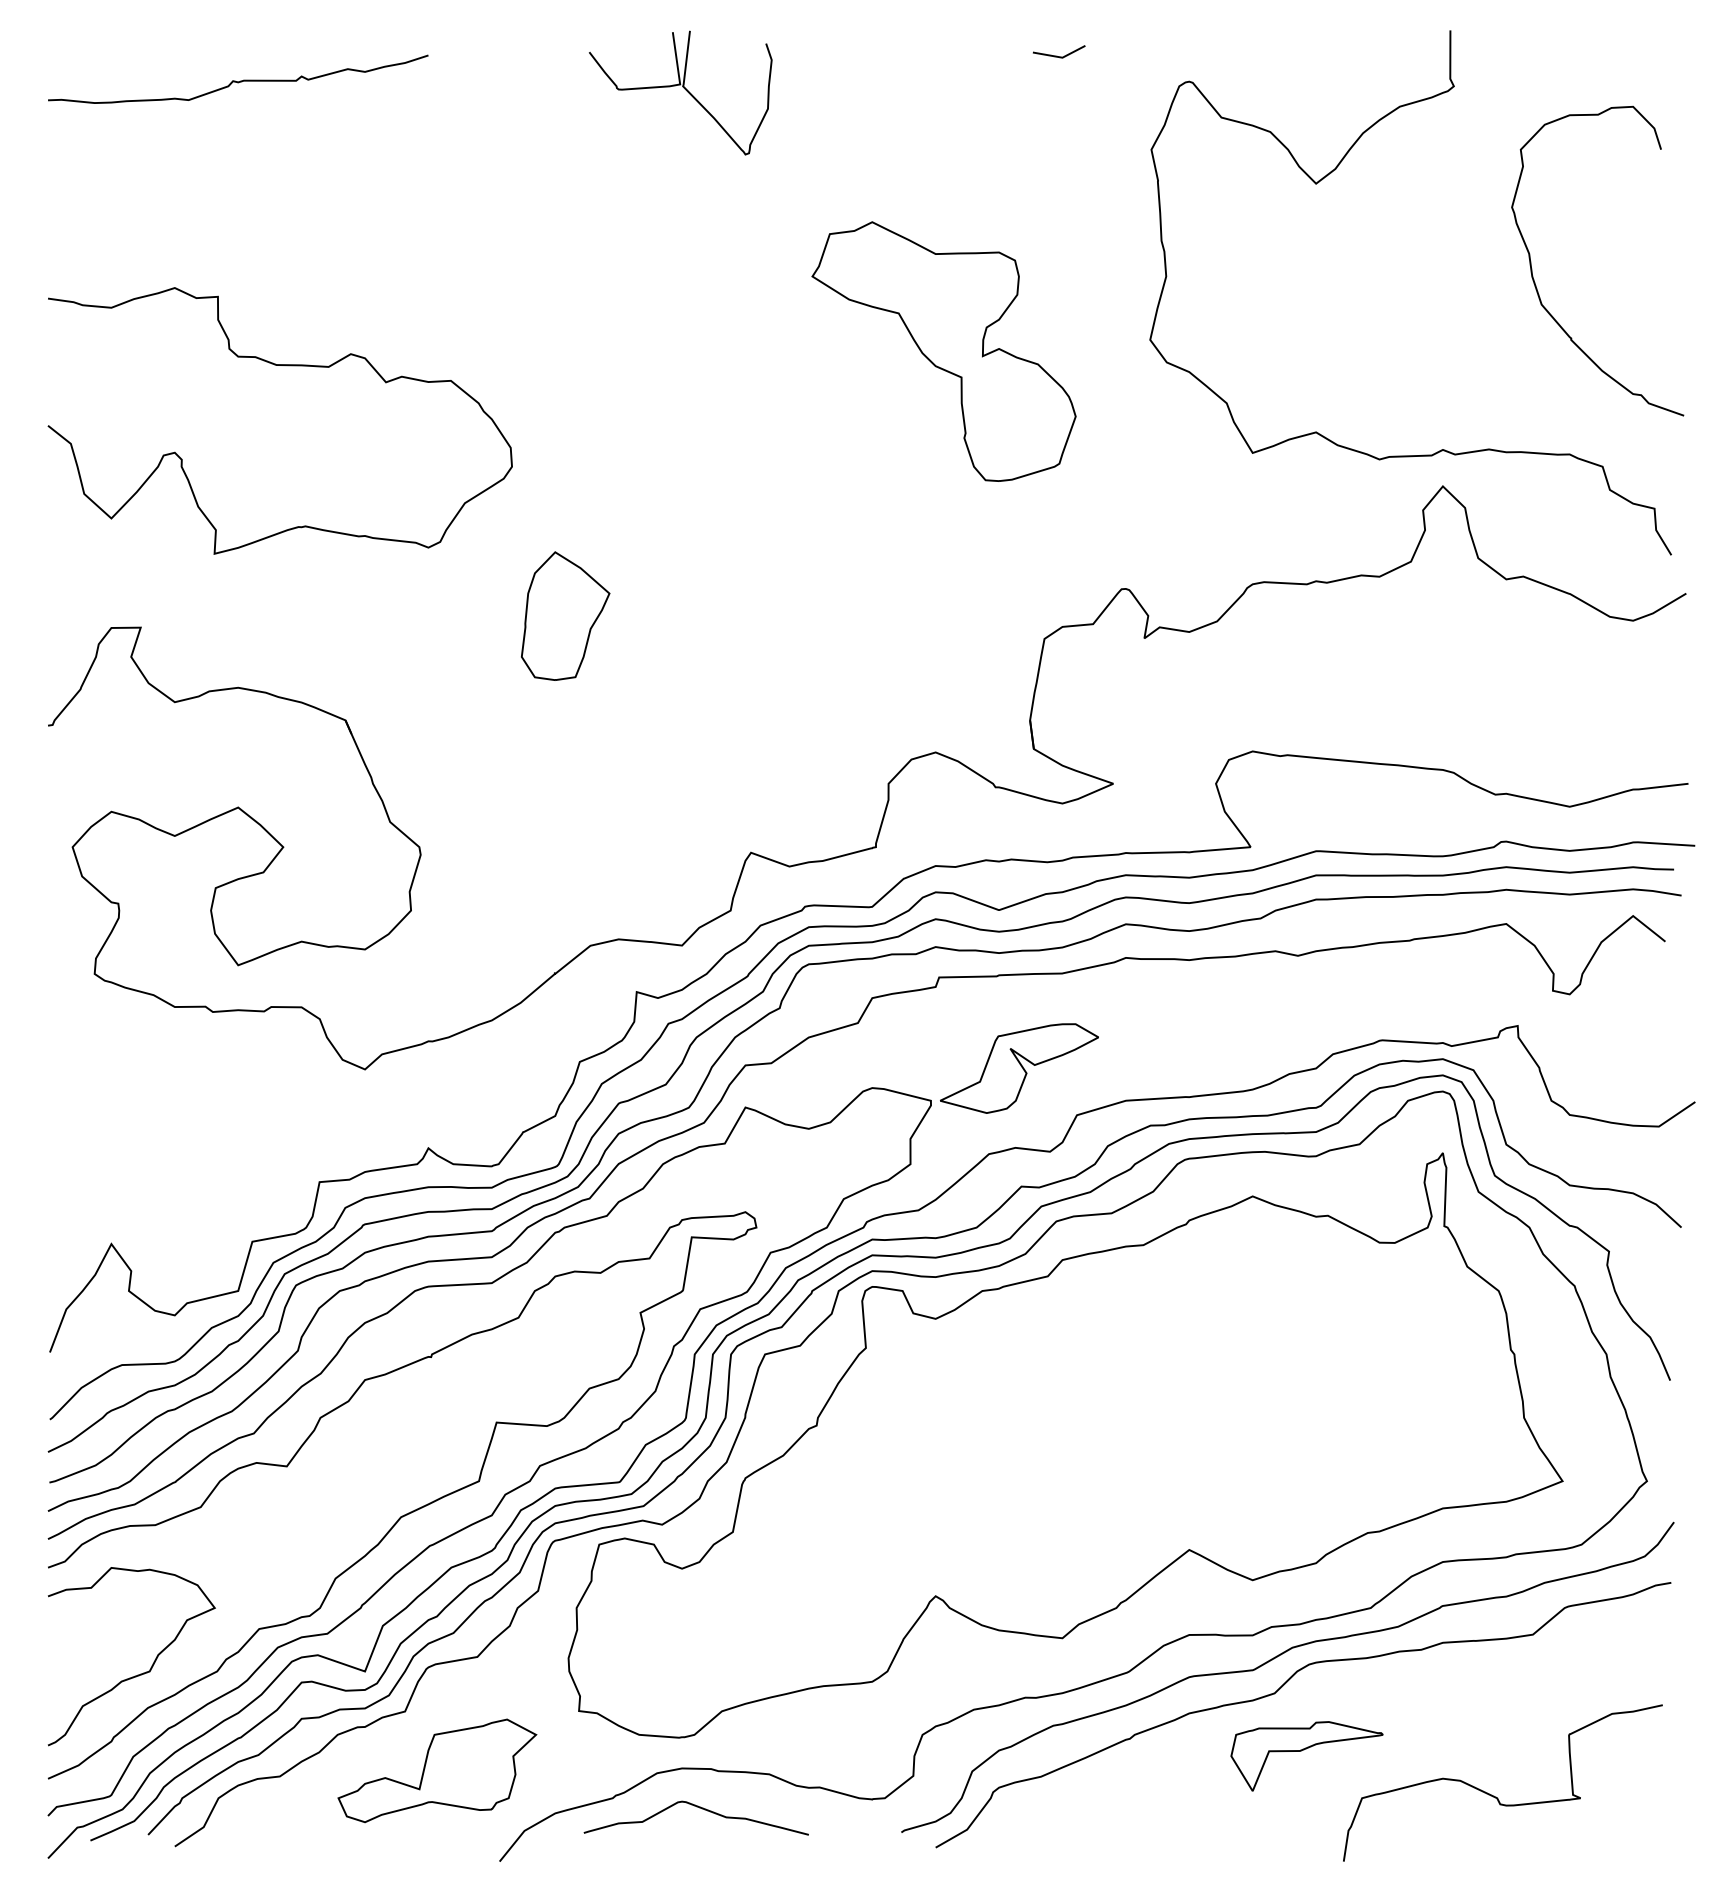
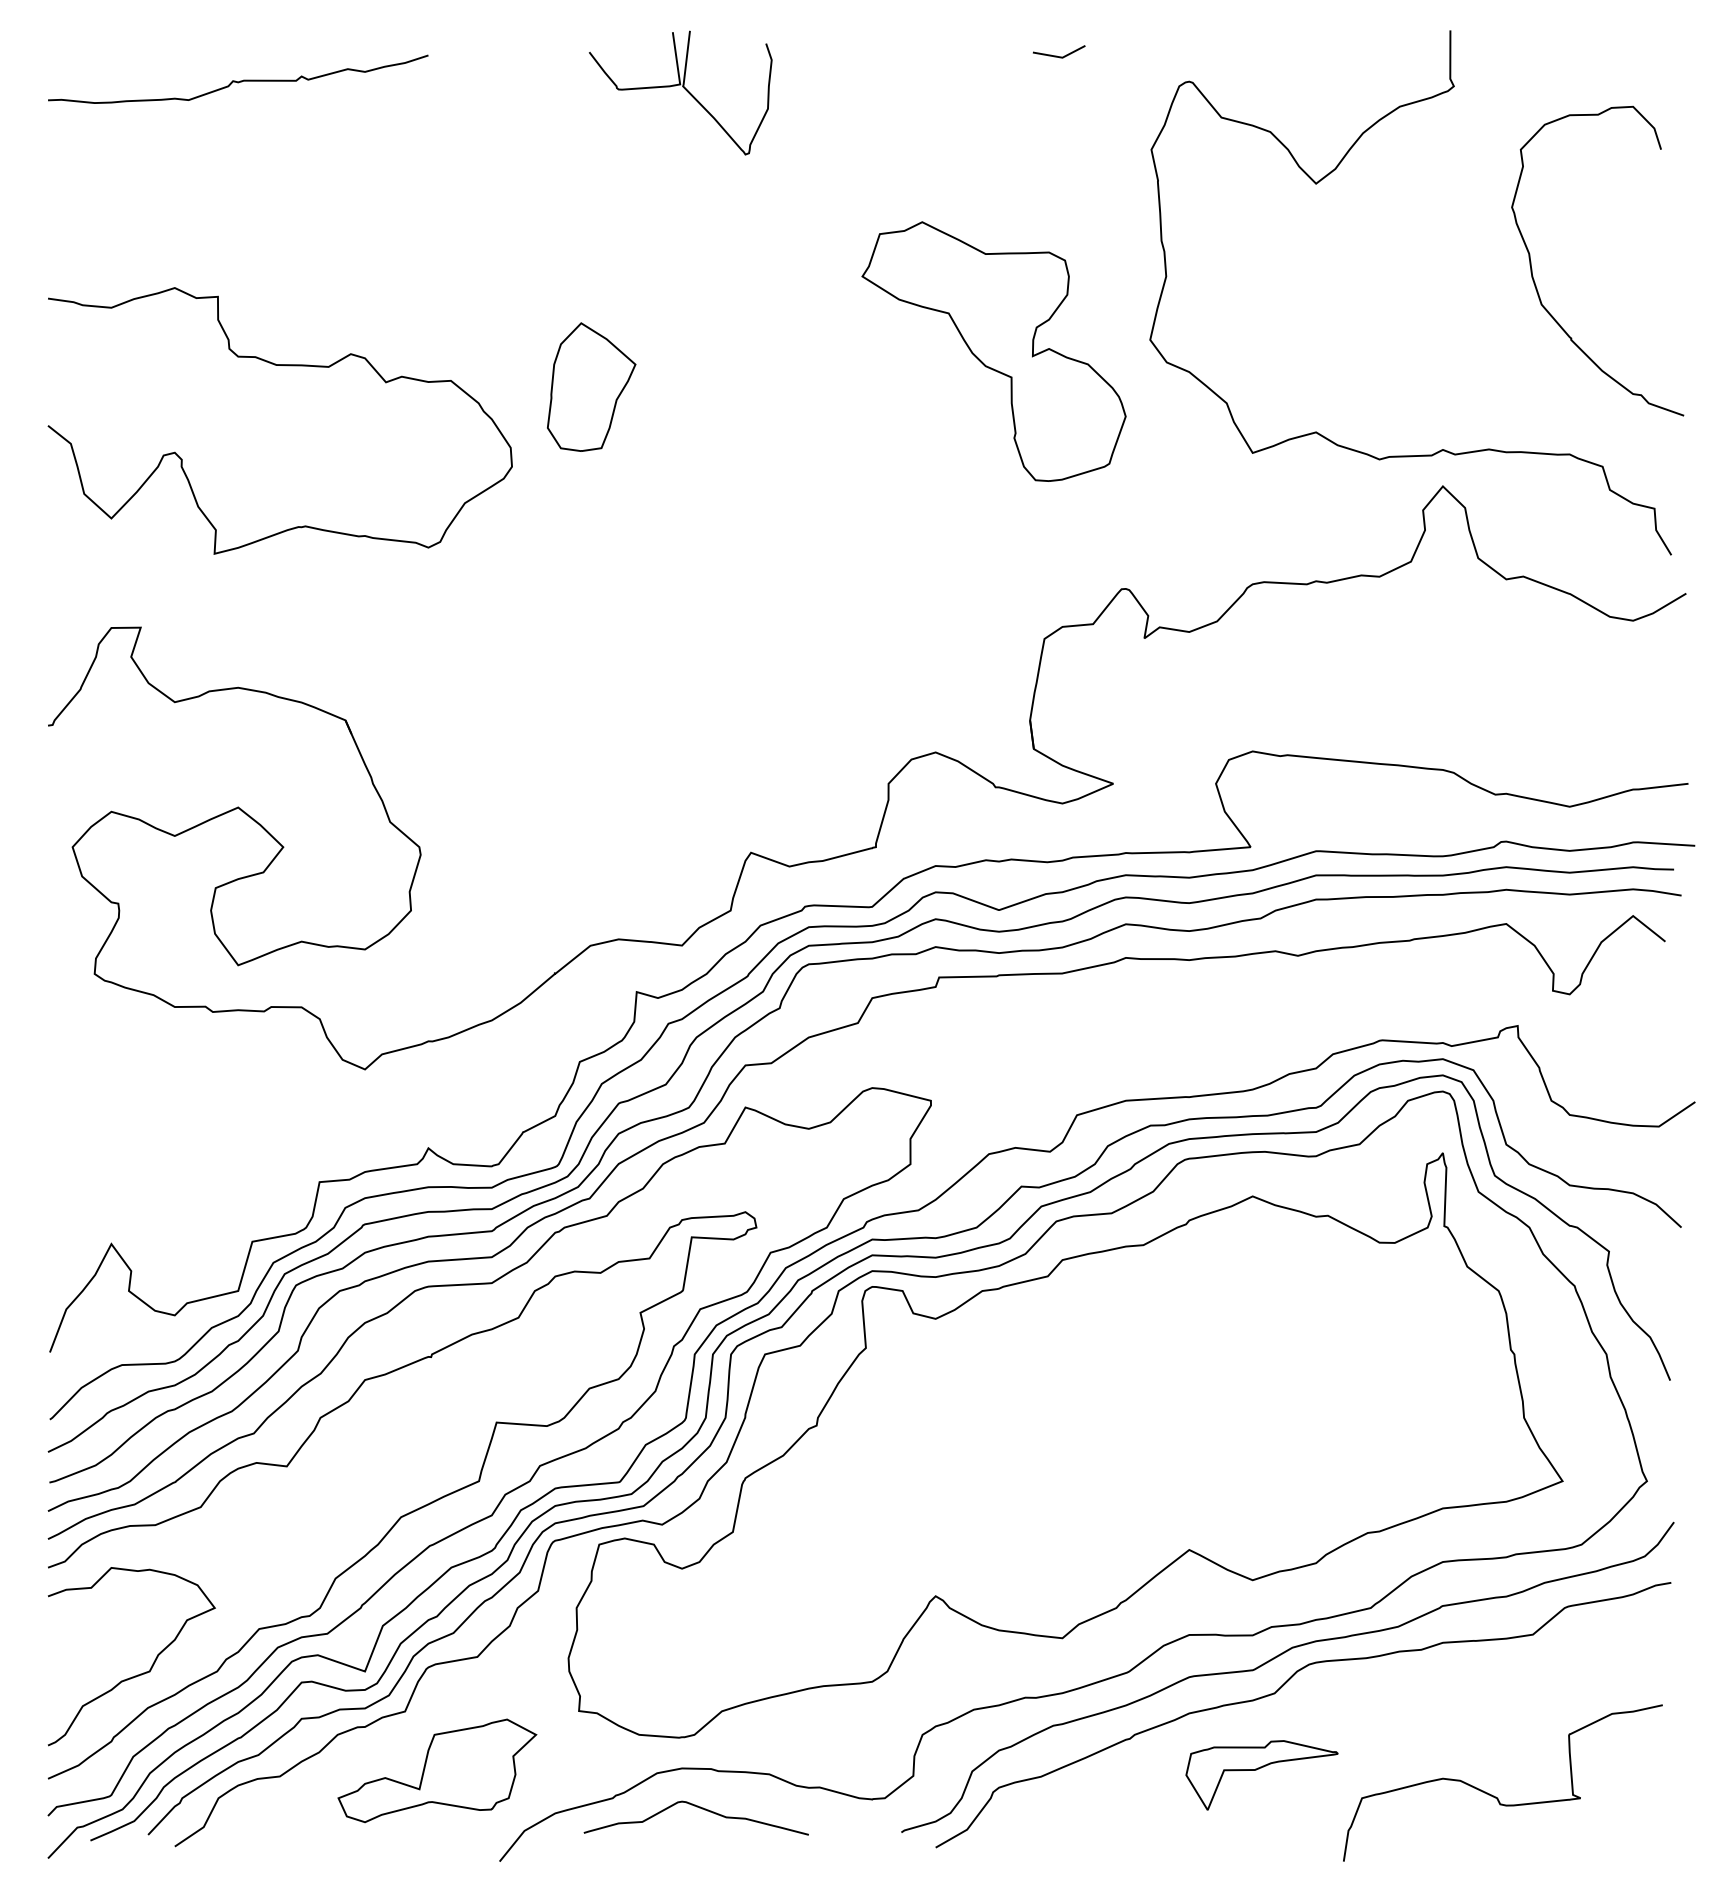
part at (943, 351) position: (943, 351) -> (993, 351)
part at (565, 615) position: (565, 615) -> (591, 386)
part at (1019, 1068): present -> none
part at (1304, 1750) position: (1304, 1750) -> (1259, 1769)
